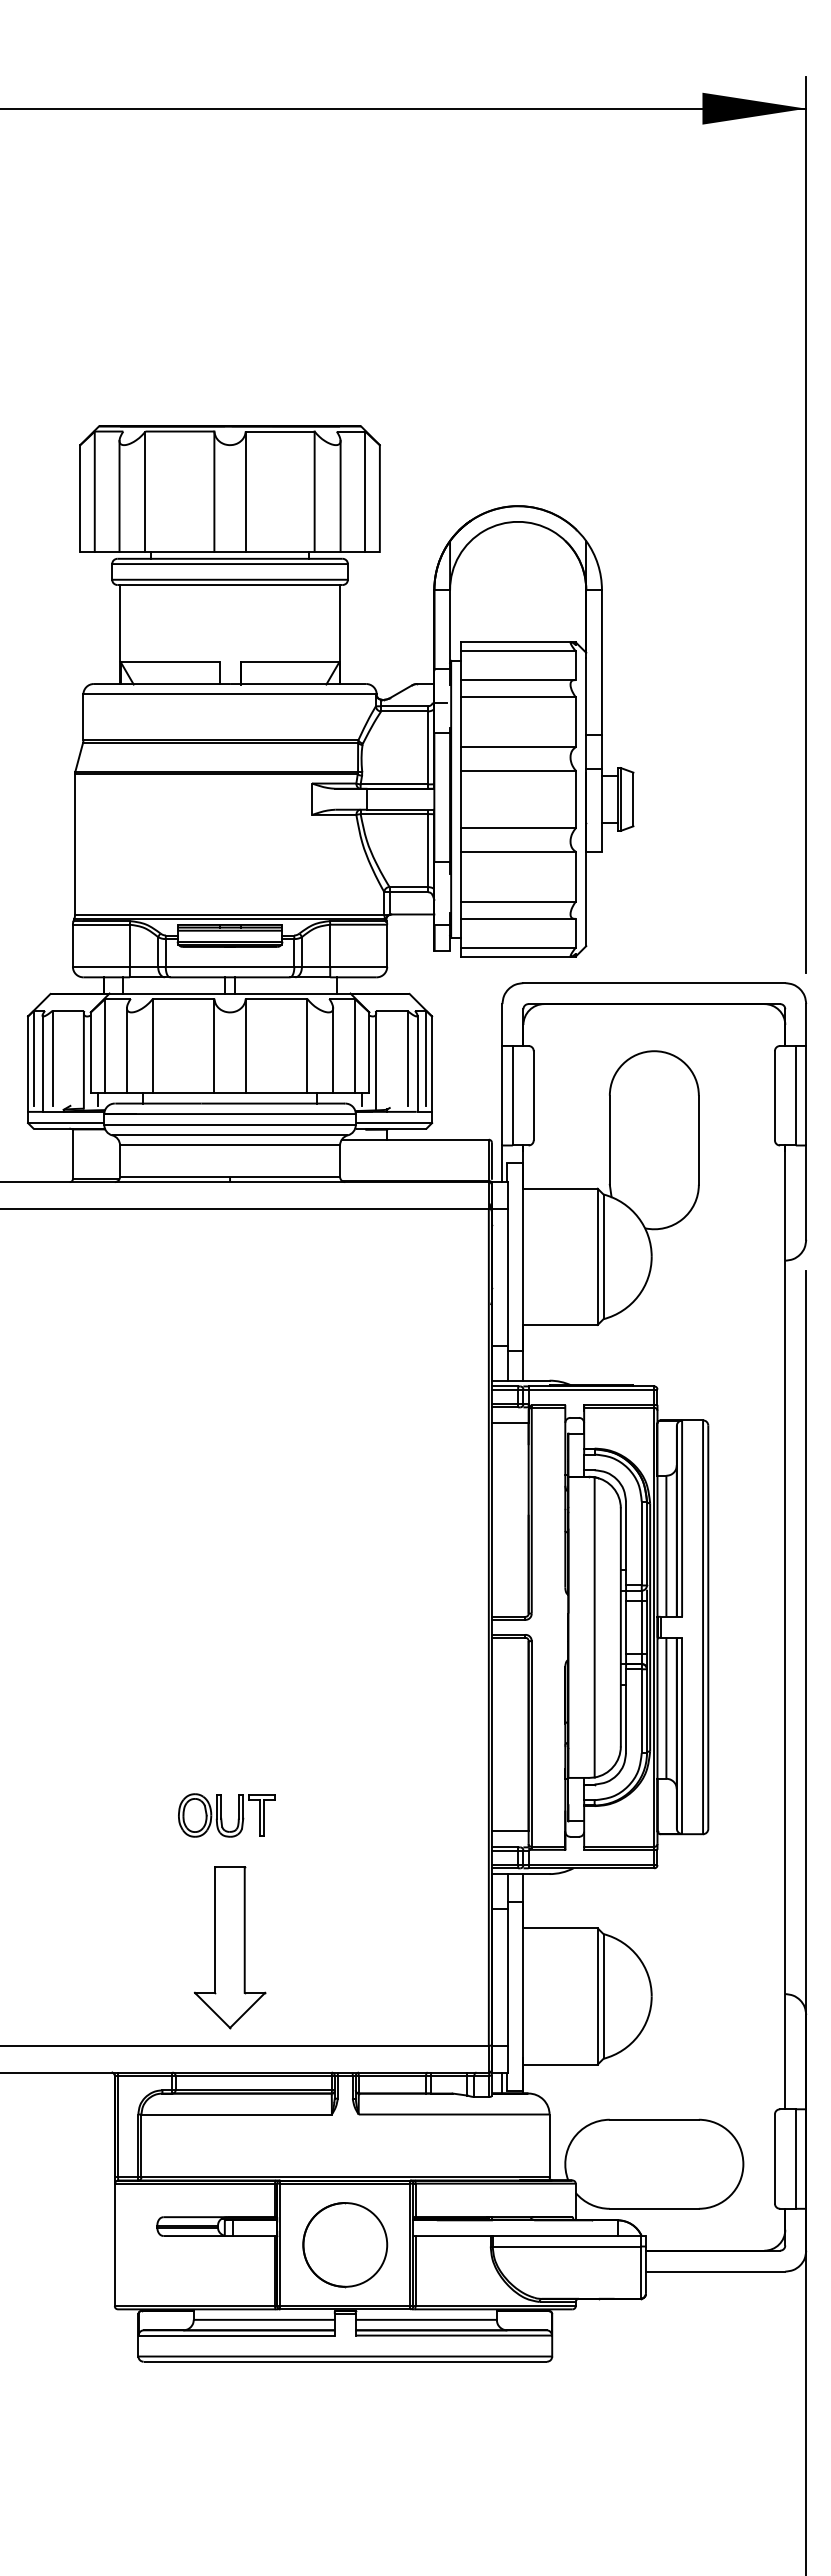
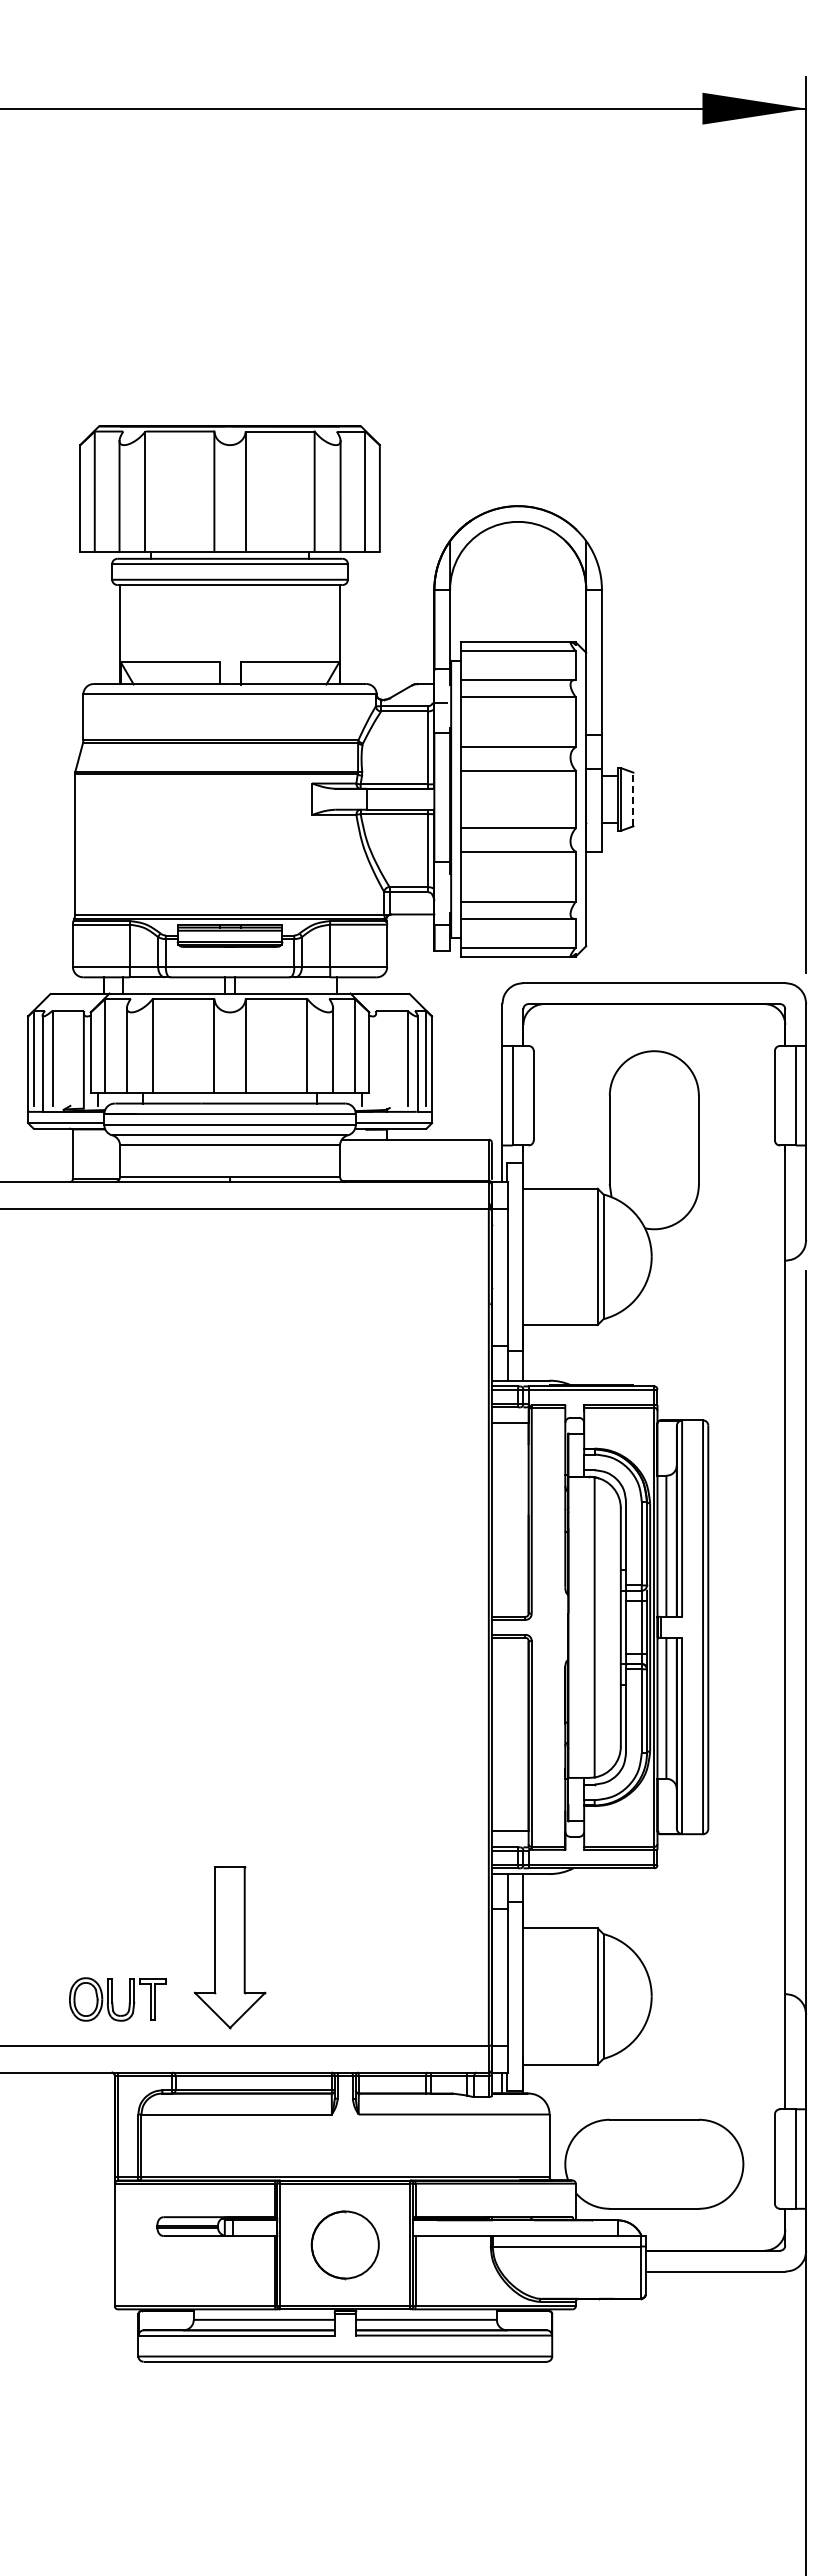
line at (633, 799): solid -> dashed
line at (376, 1060): present -> none
part at (226, 1815) position: (226, 1815) -> (117, 1999)
part at (345, 2245) size: 87x87 px -> 70x71 px
